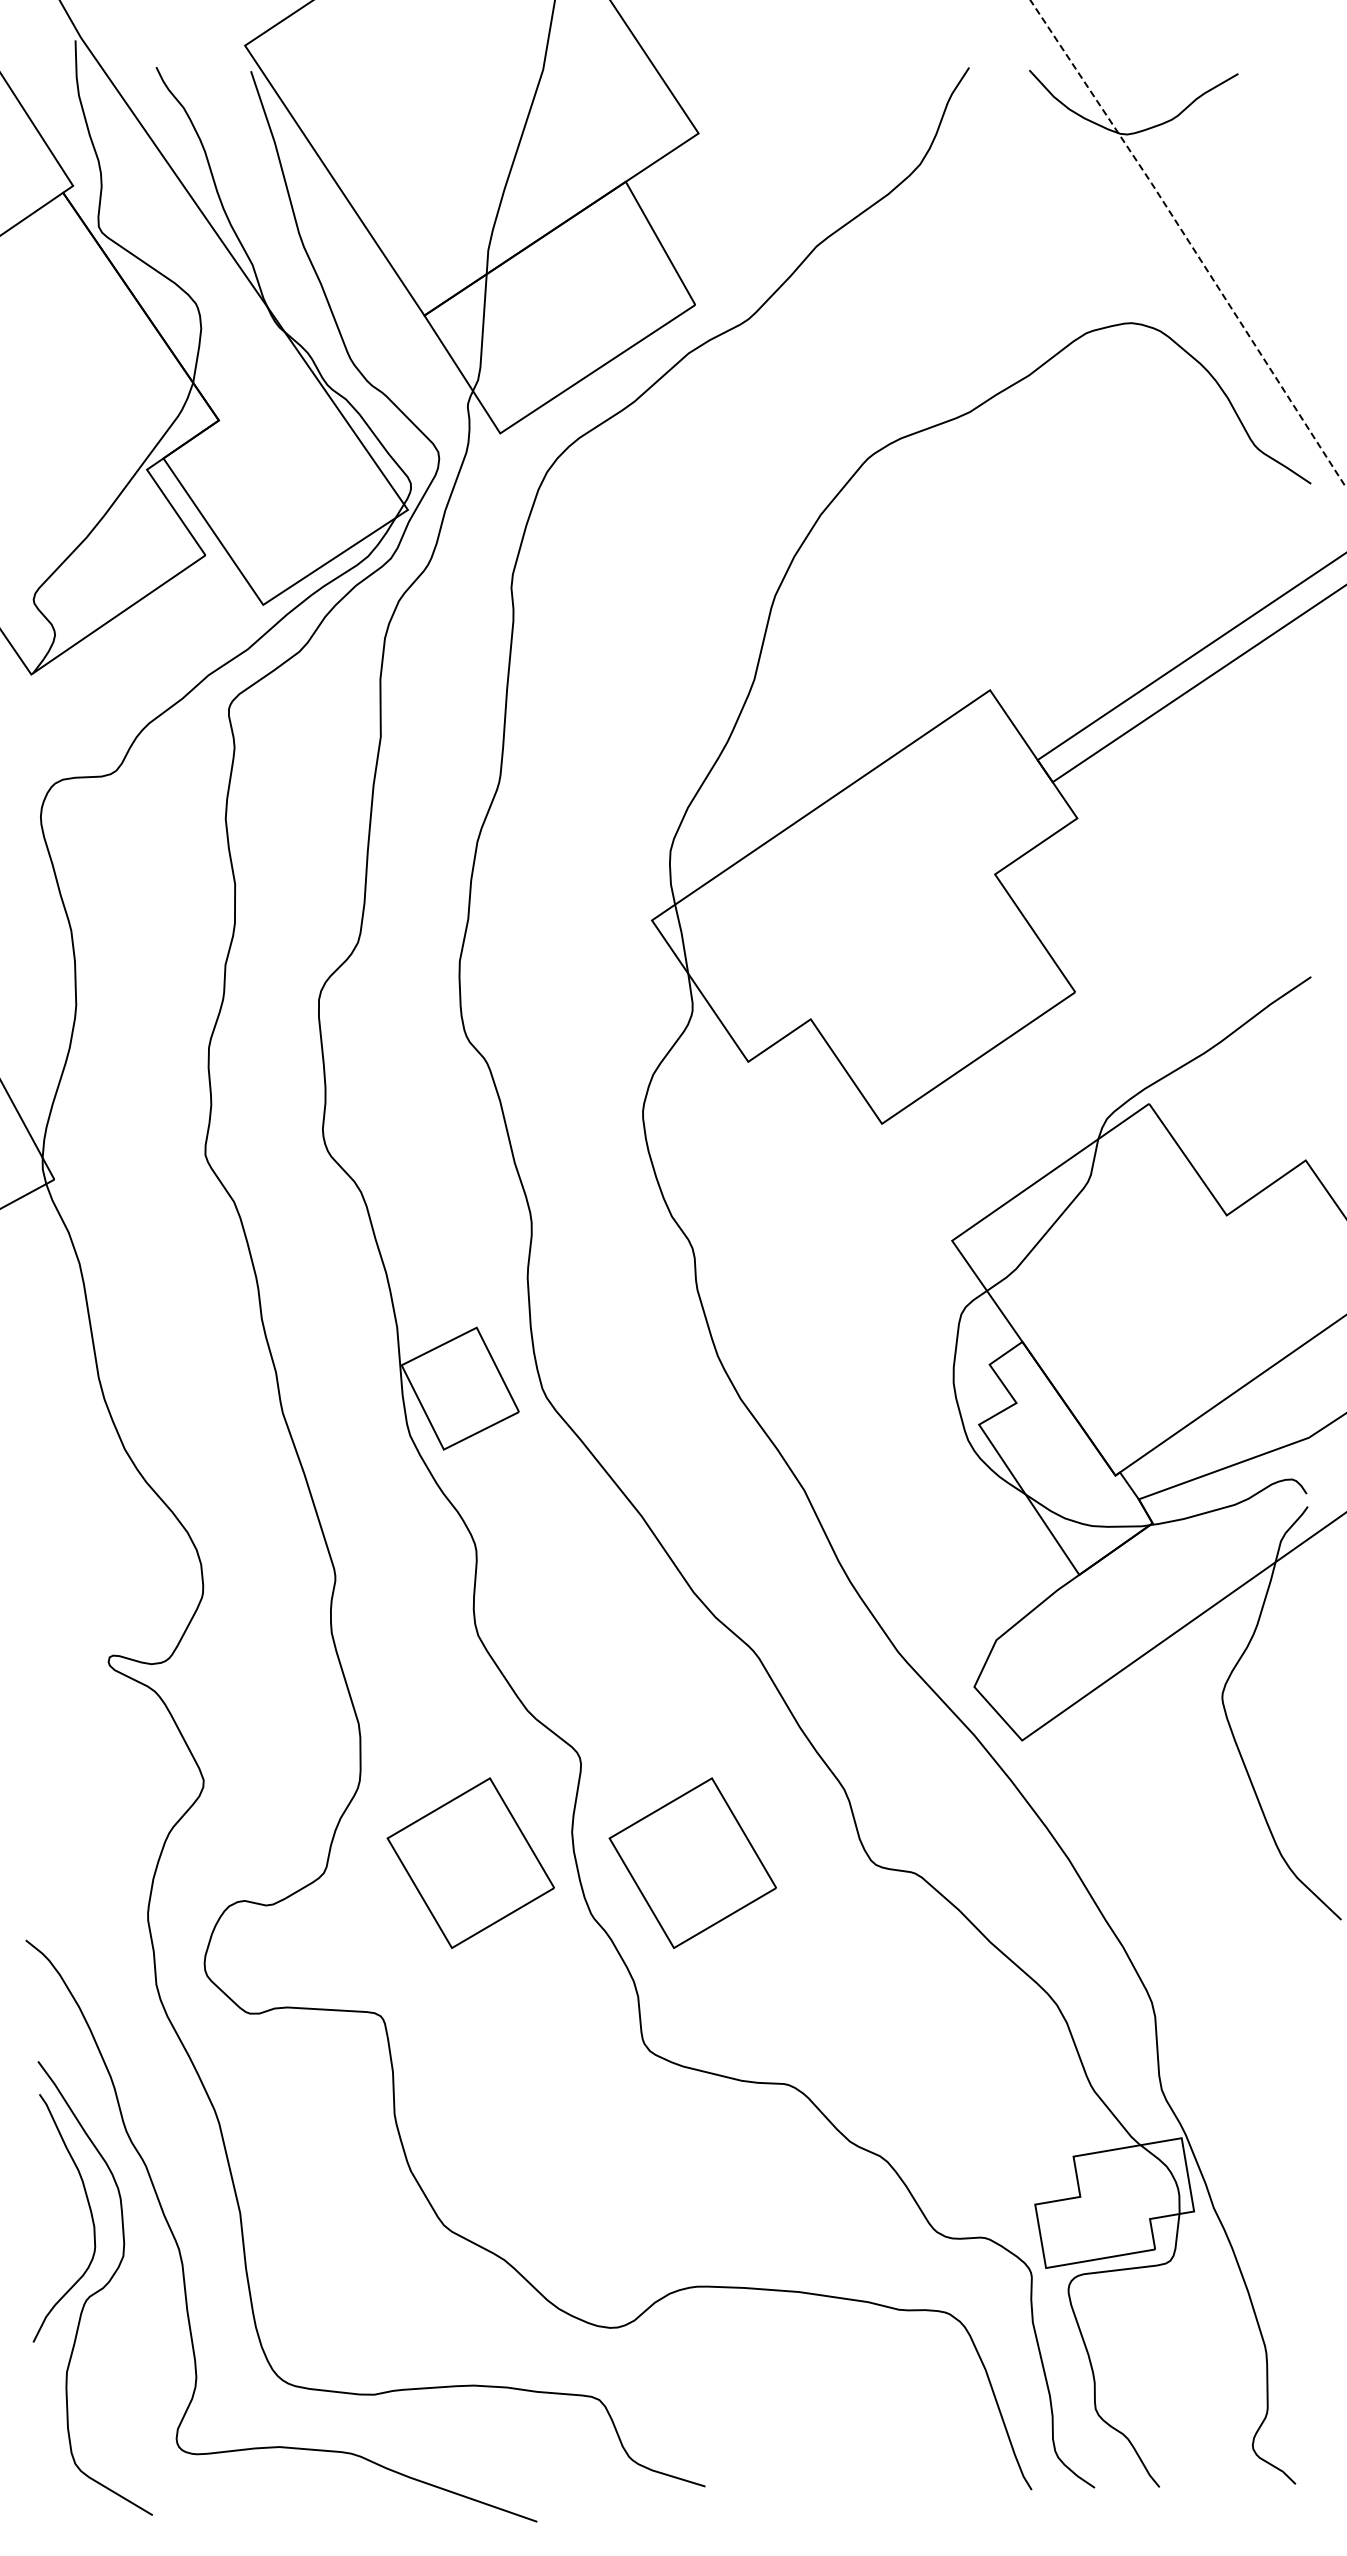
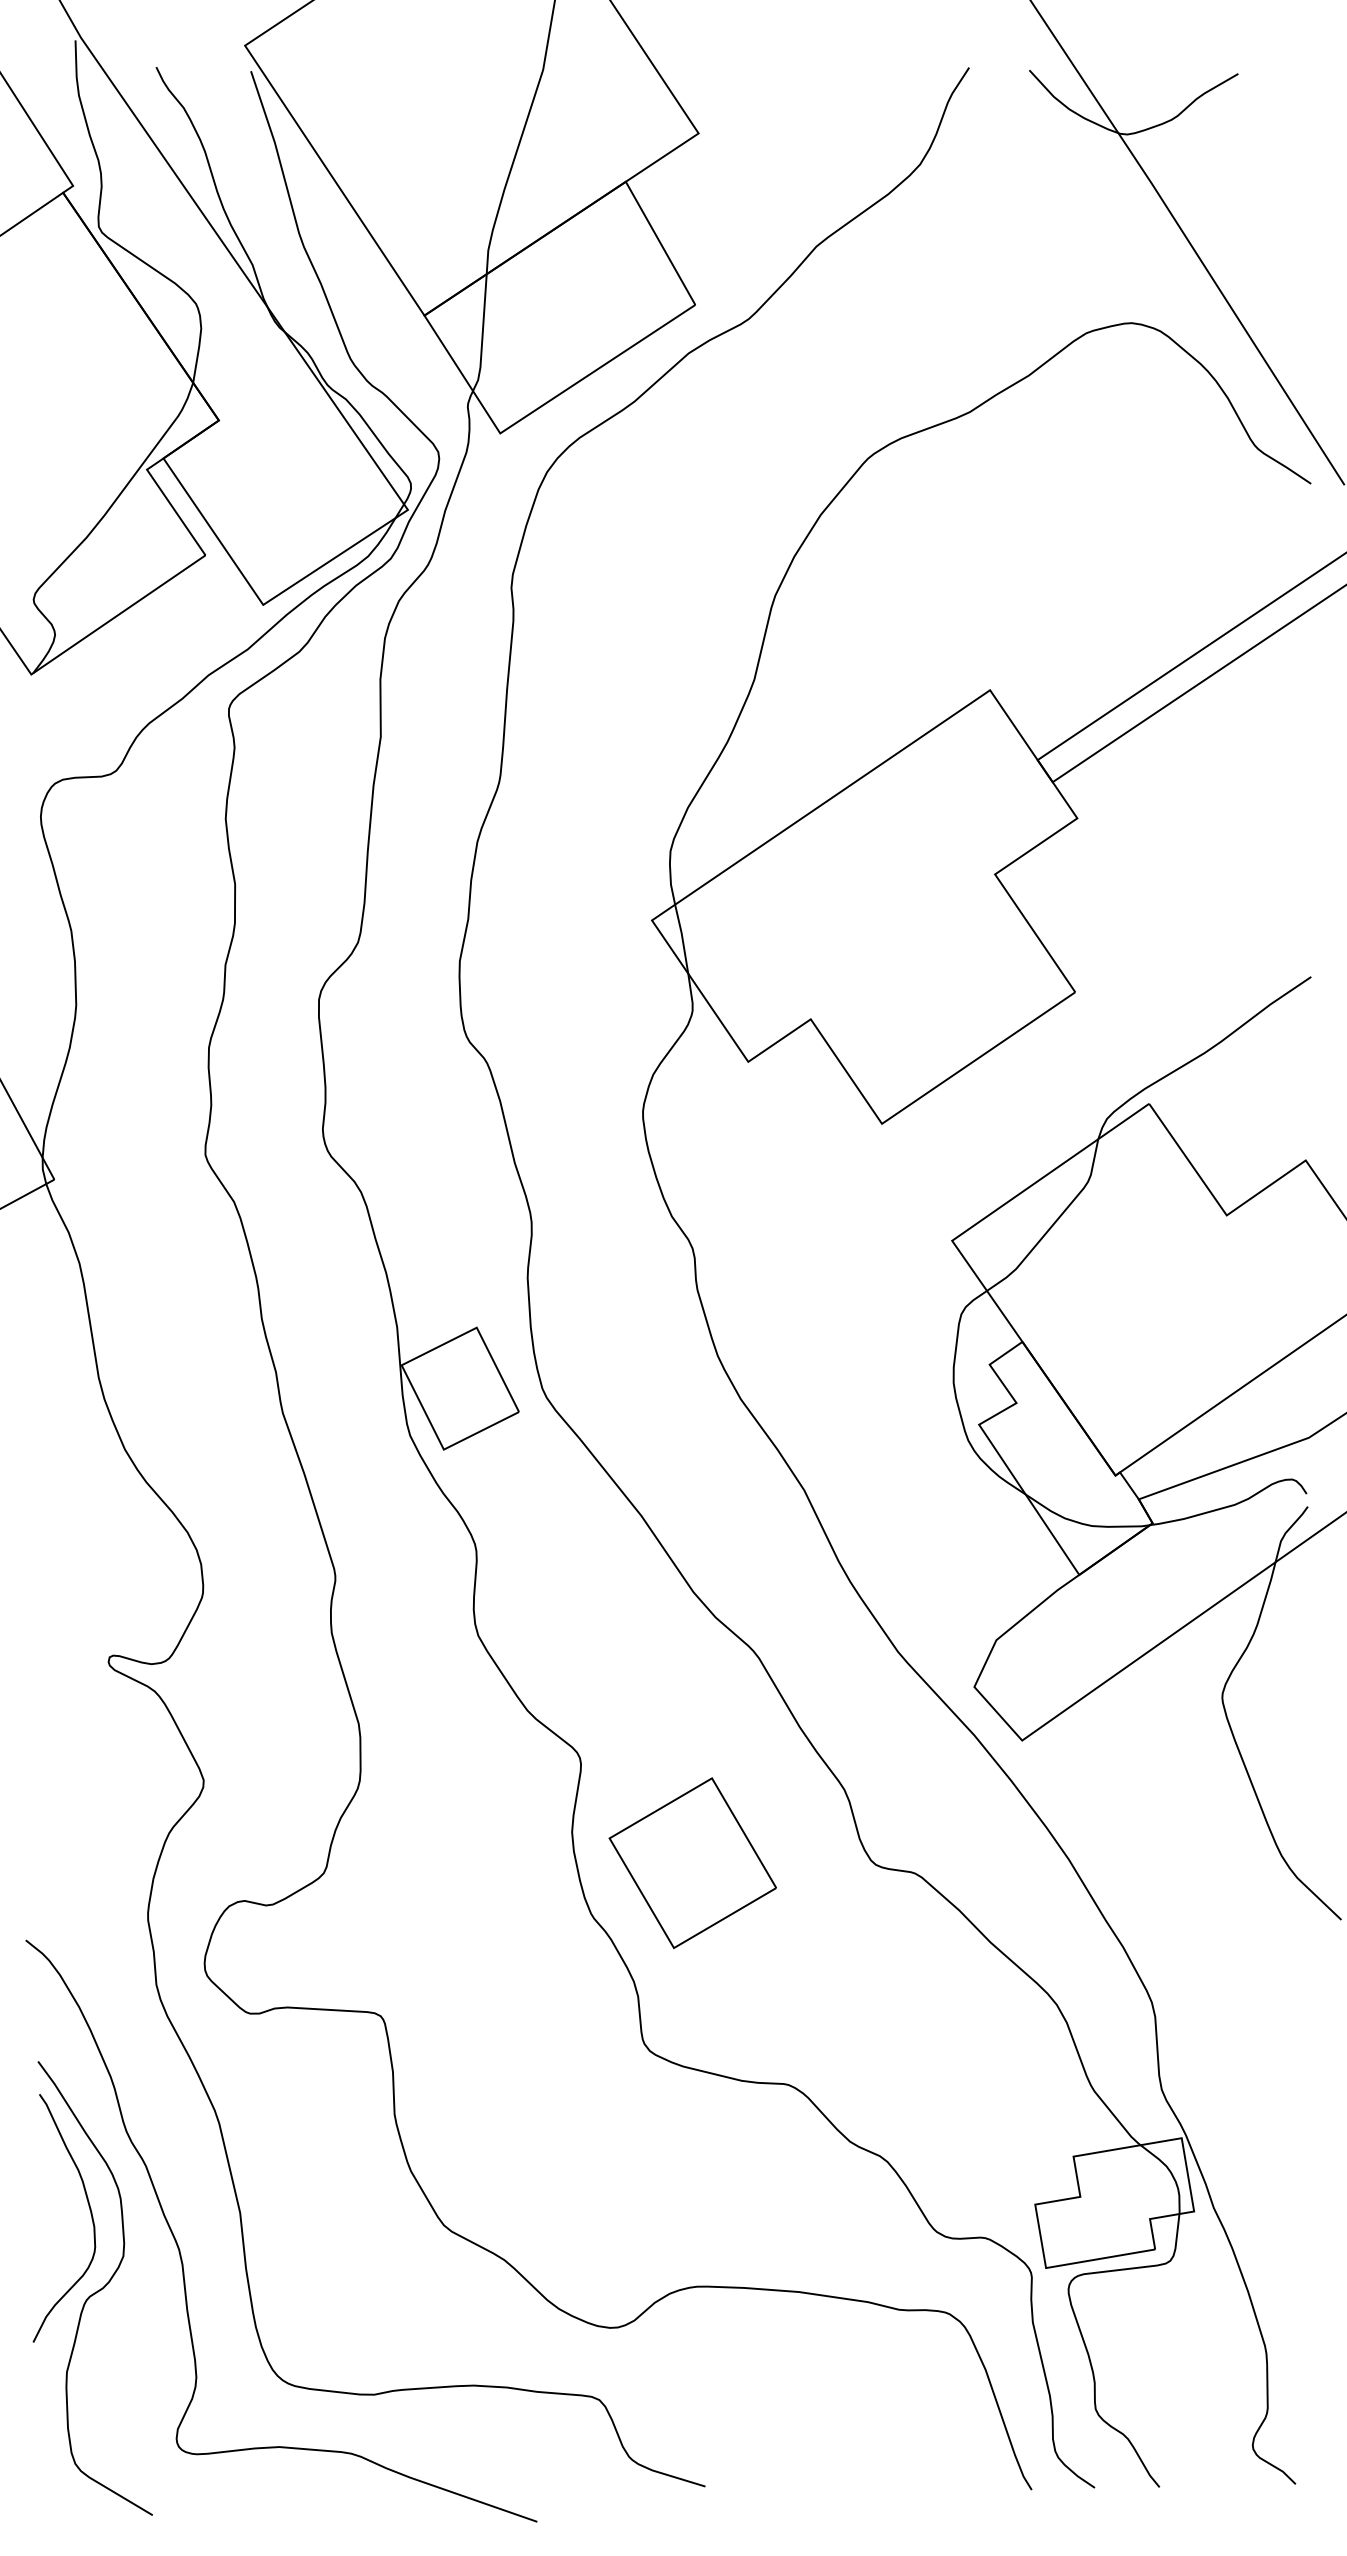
line at (1188, 241): dashed -> solid
part at (470, 1863): present -> none
